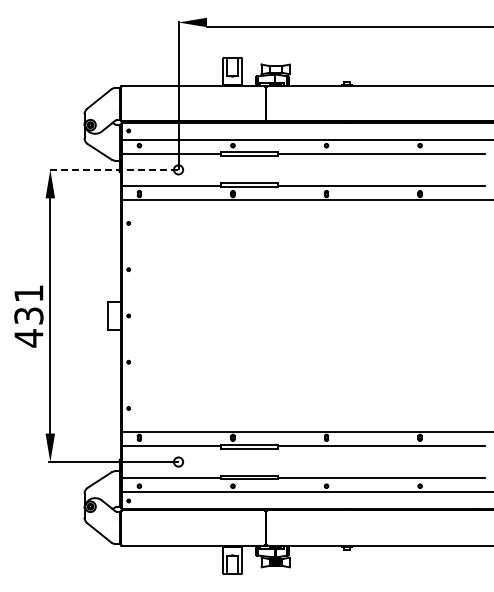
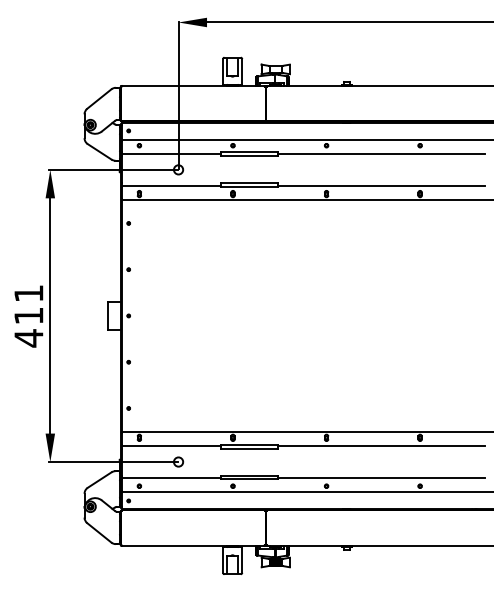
line at (348, 27) position: (348, 27) -> (348, 22)
line at (113, 169): dashed -> solid
text at (28, 315): 431 -> 411
